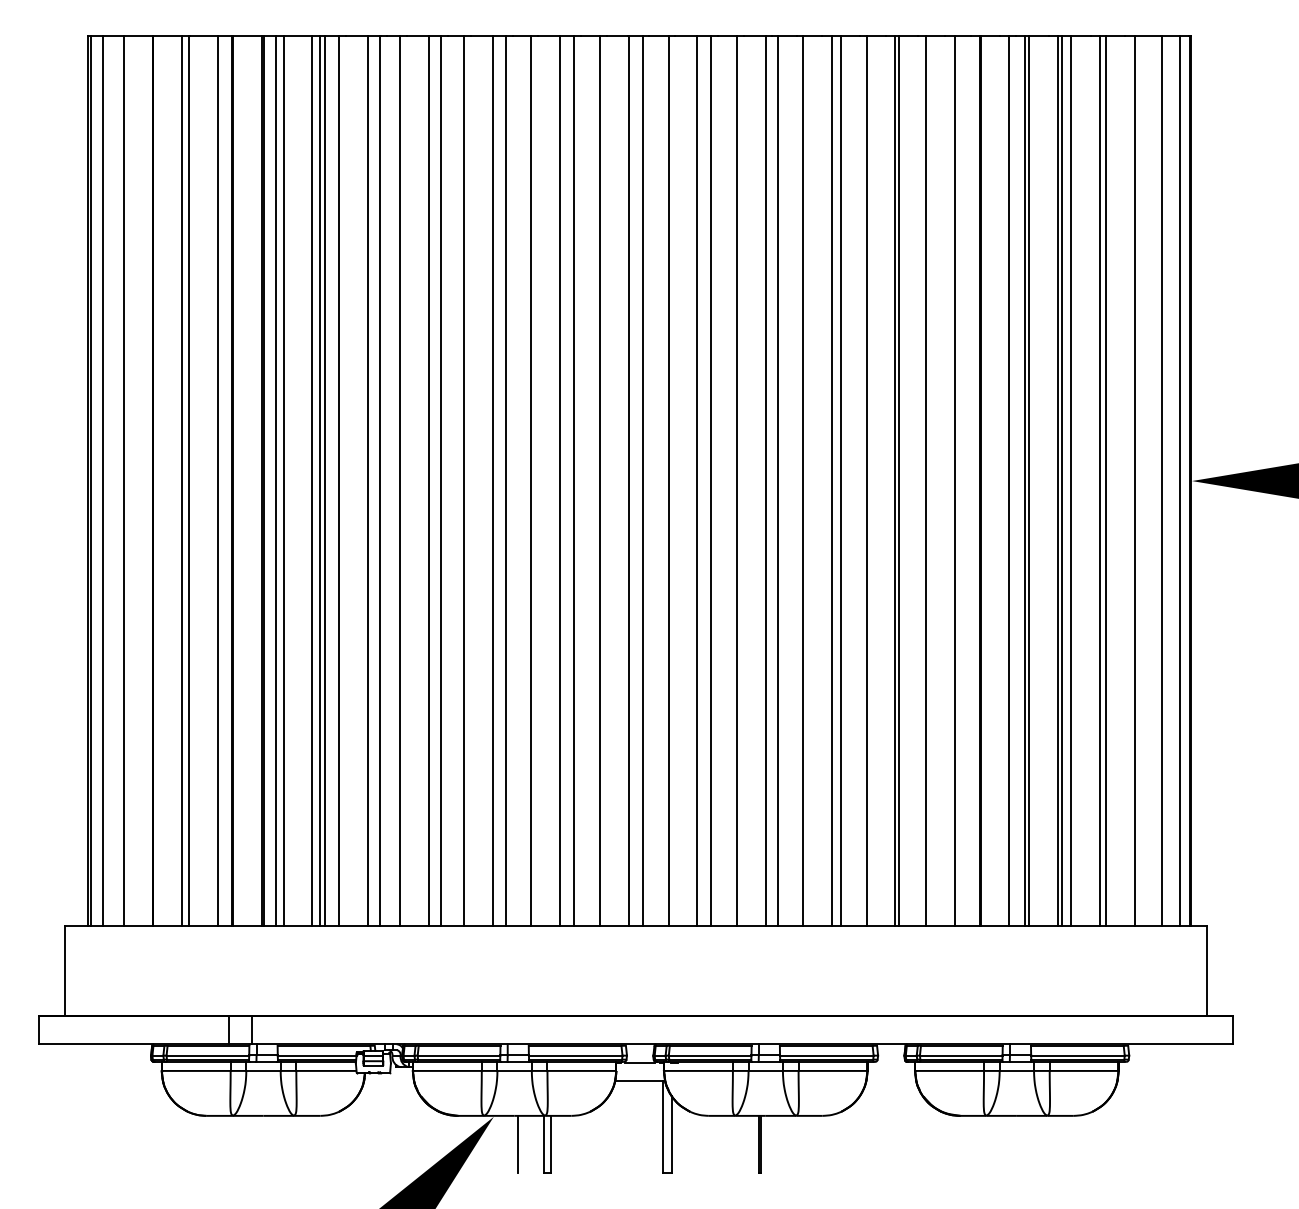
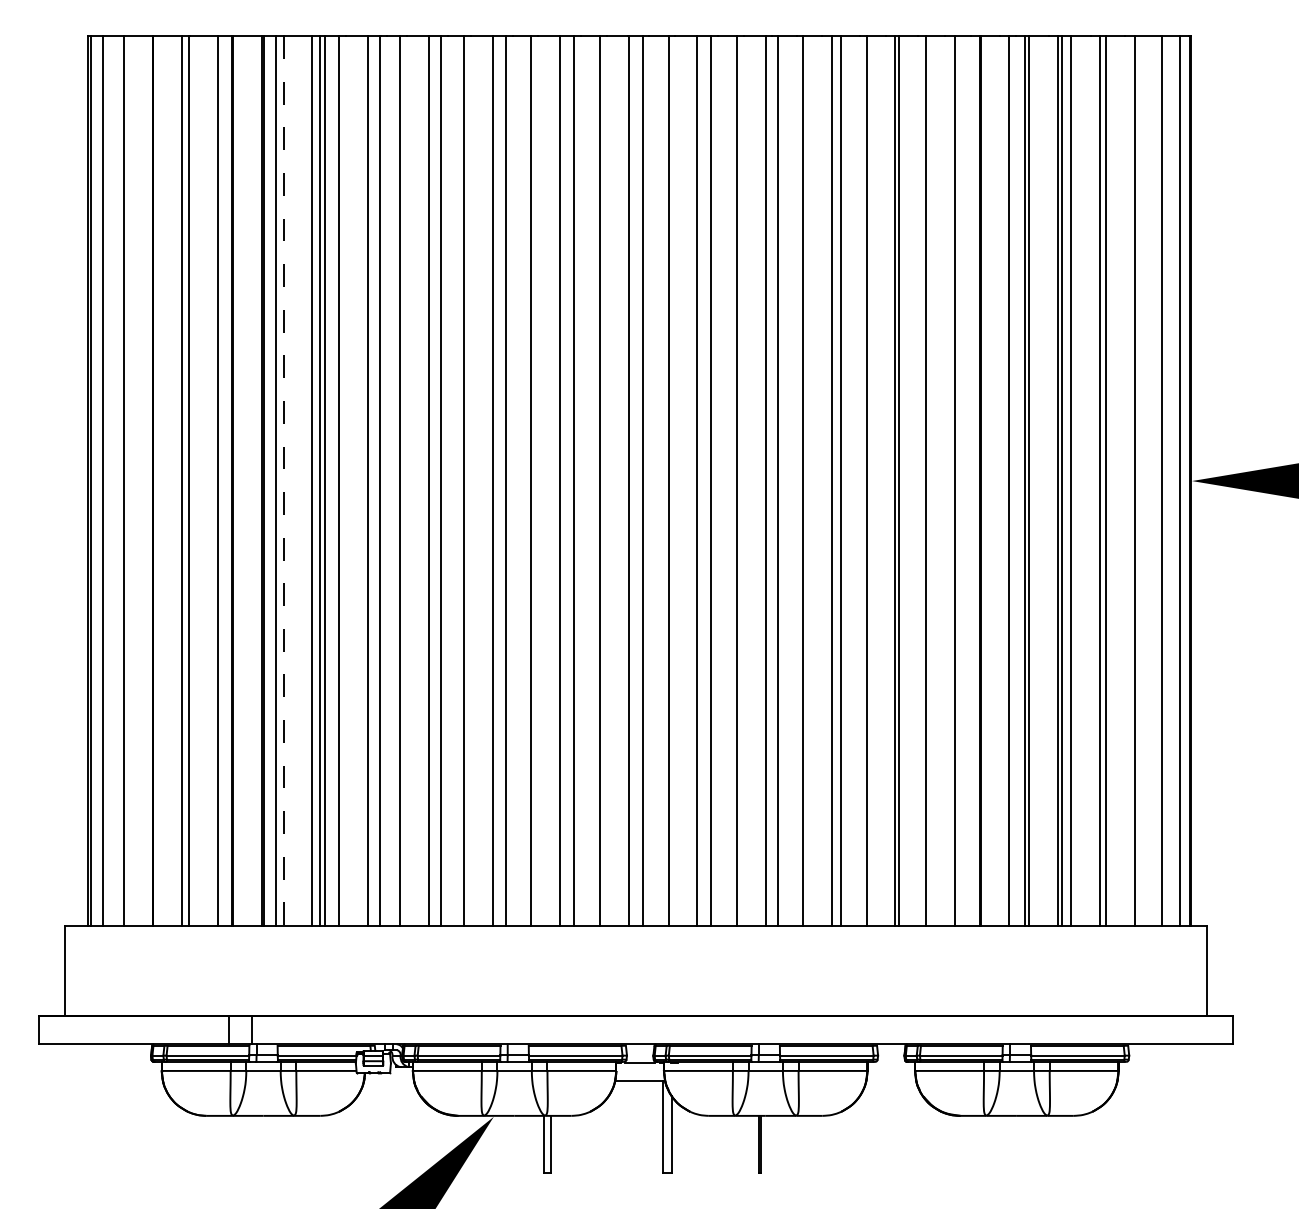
line at (283, 481): solid -> dashed
line at (518, 1143): present -> none
